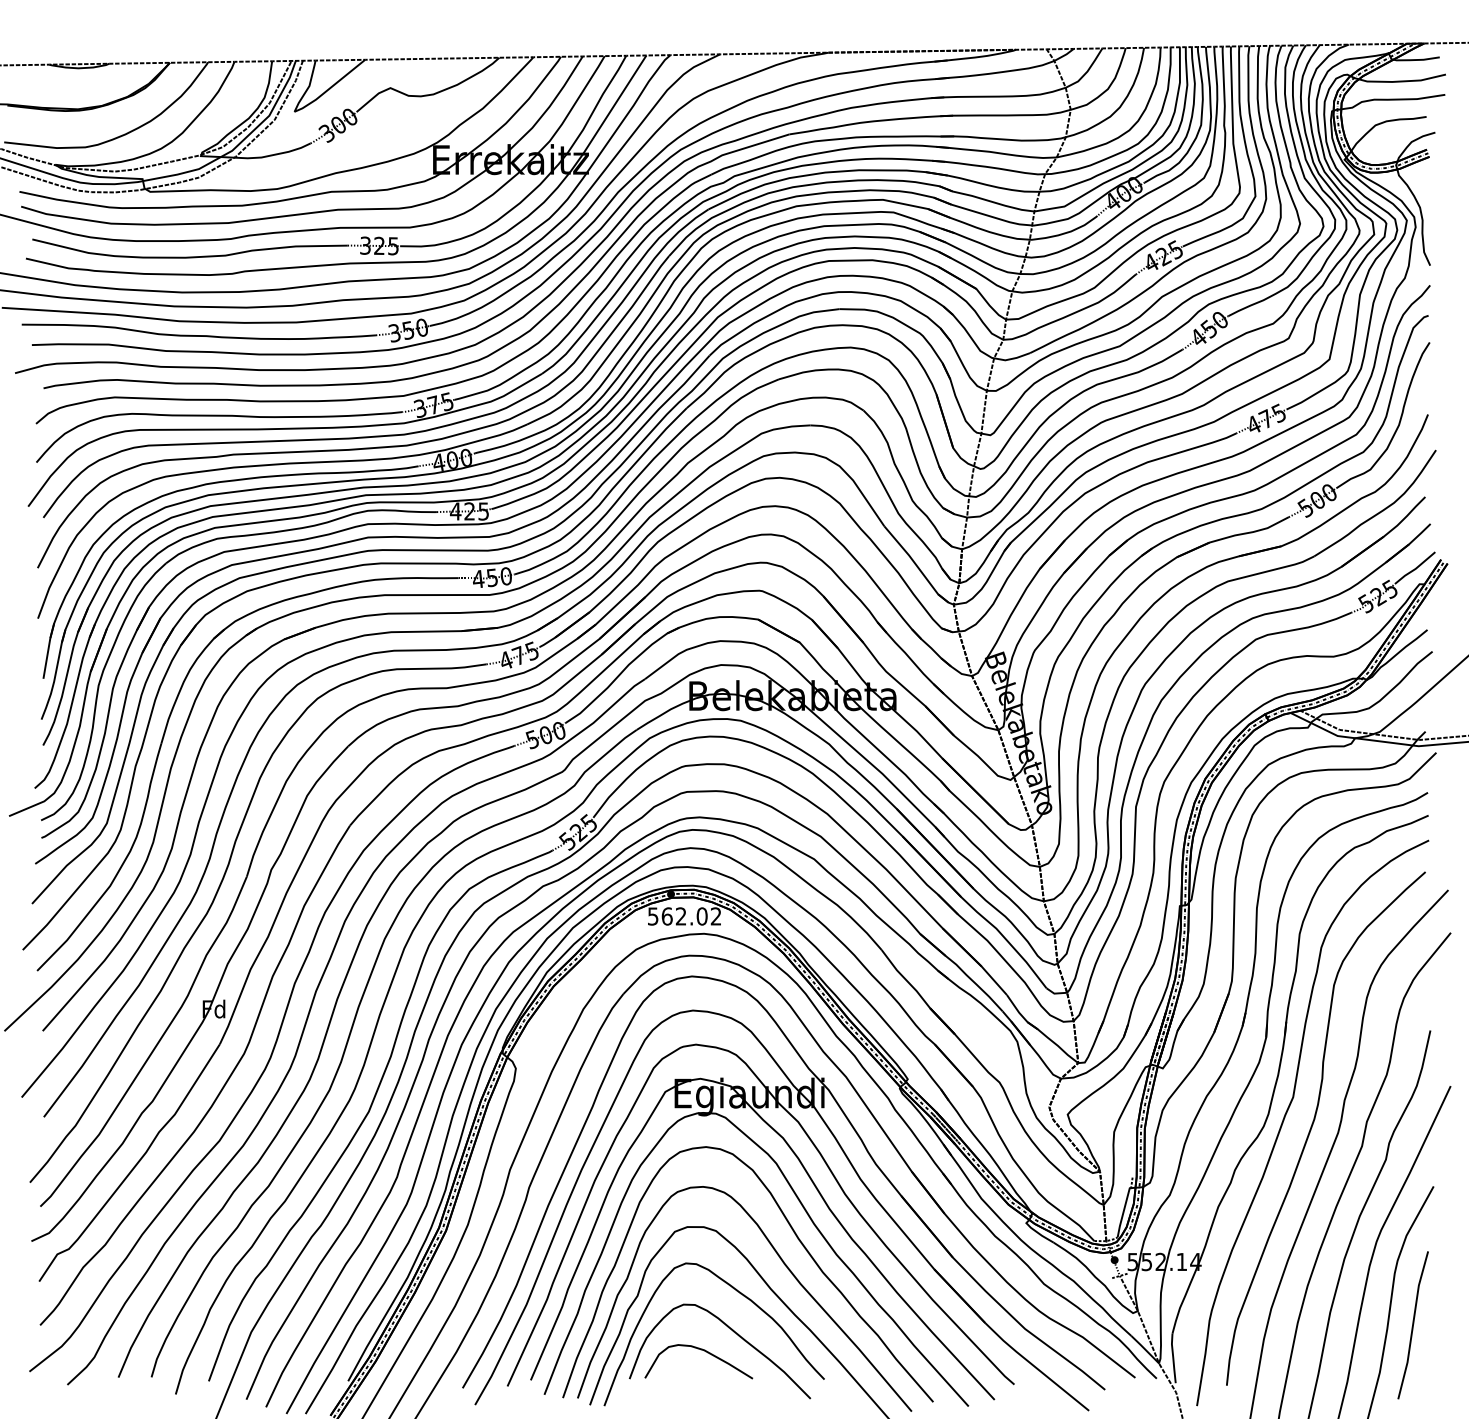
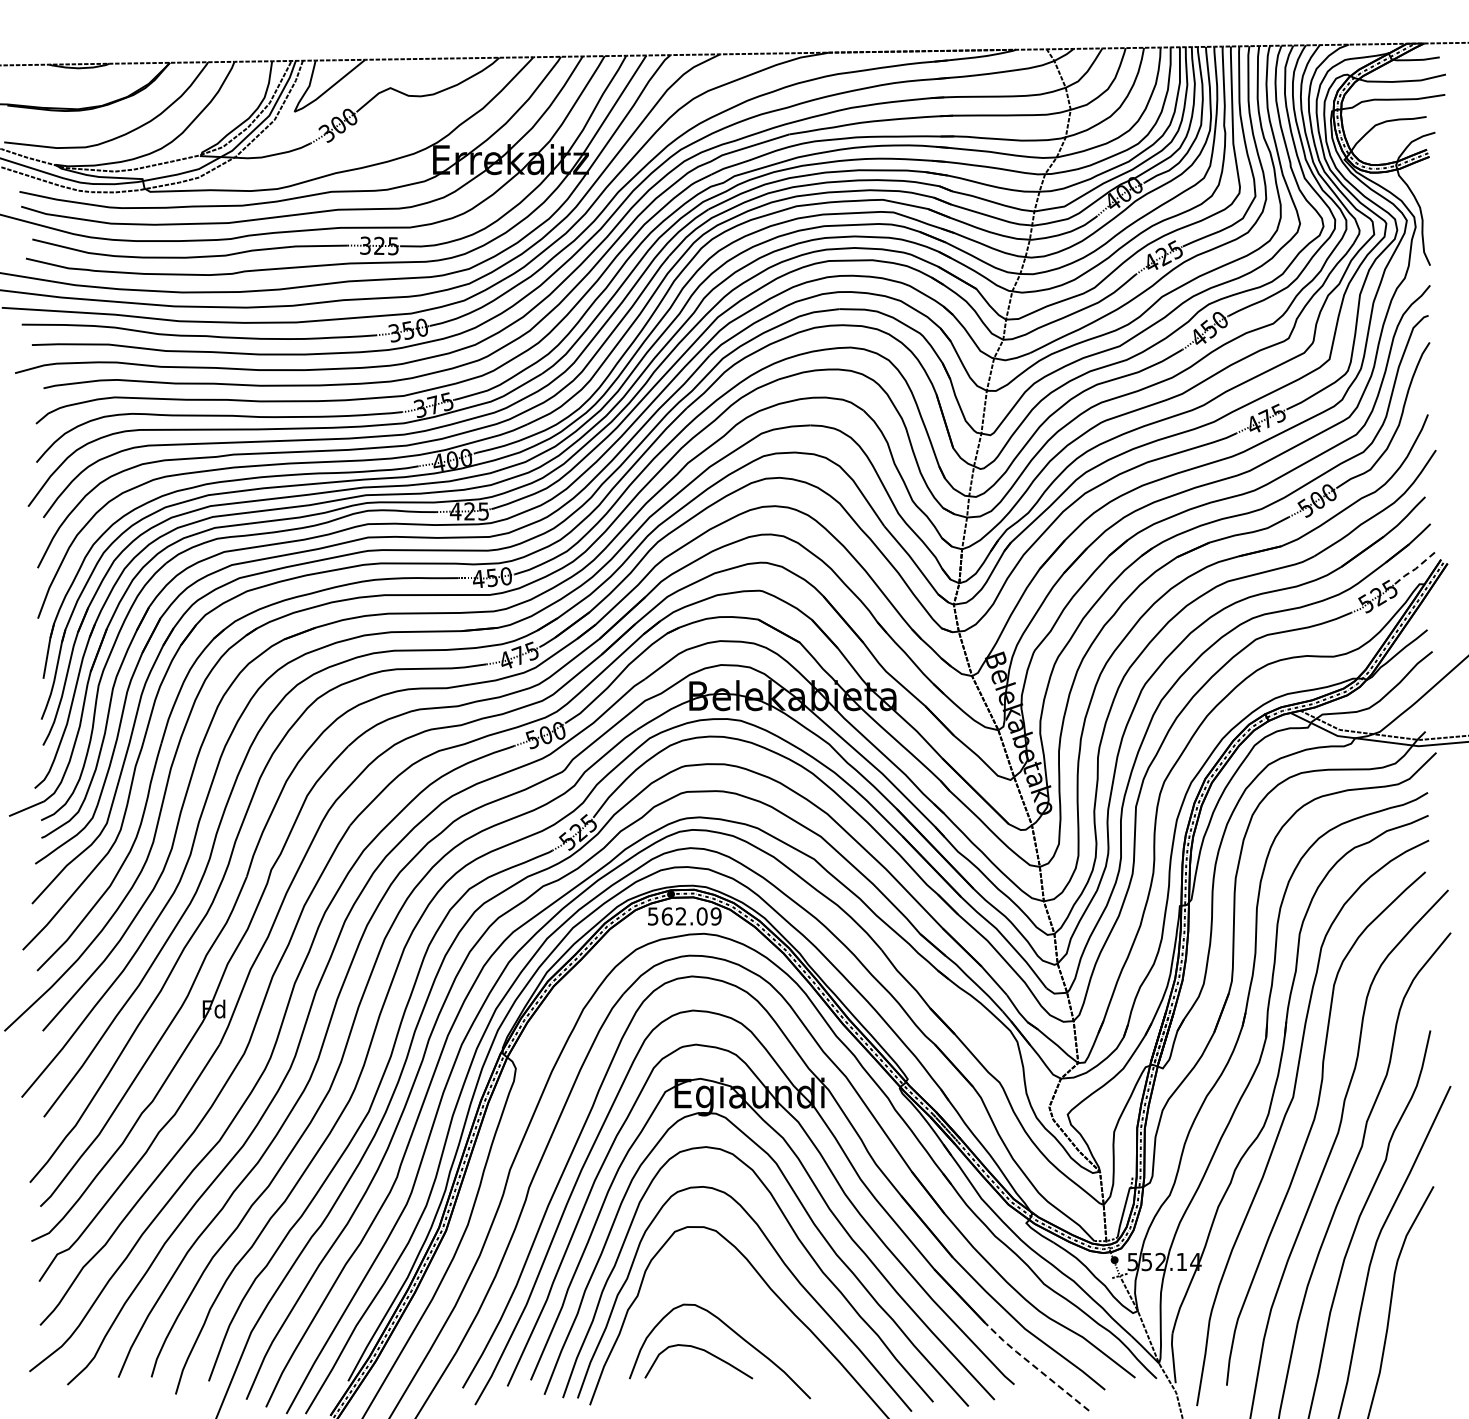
line at (1415, 568): solid -> dashed
text at (715, 916): 562.02 -> 562.09
curve at (740, 1294): present -> none
line at (1412, 1325): present -> none
line at (1035, 1366): solid -> dashed
